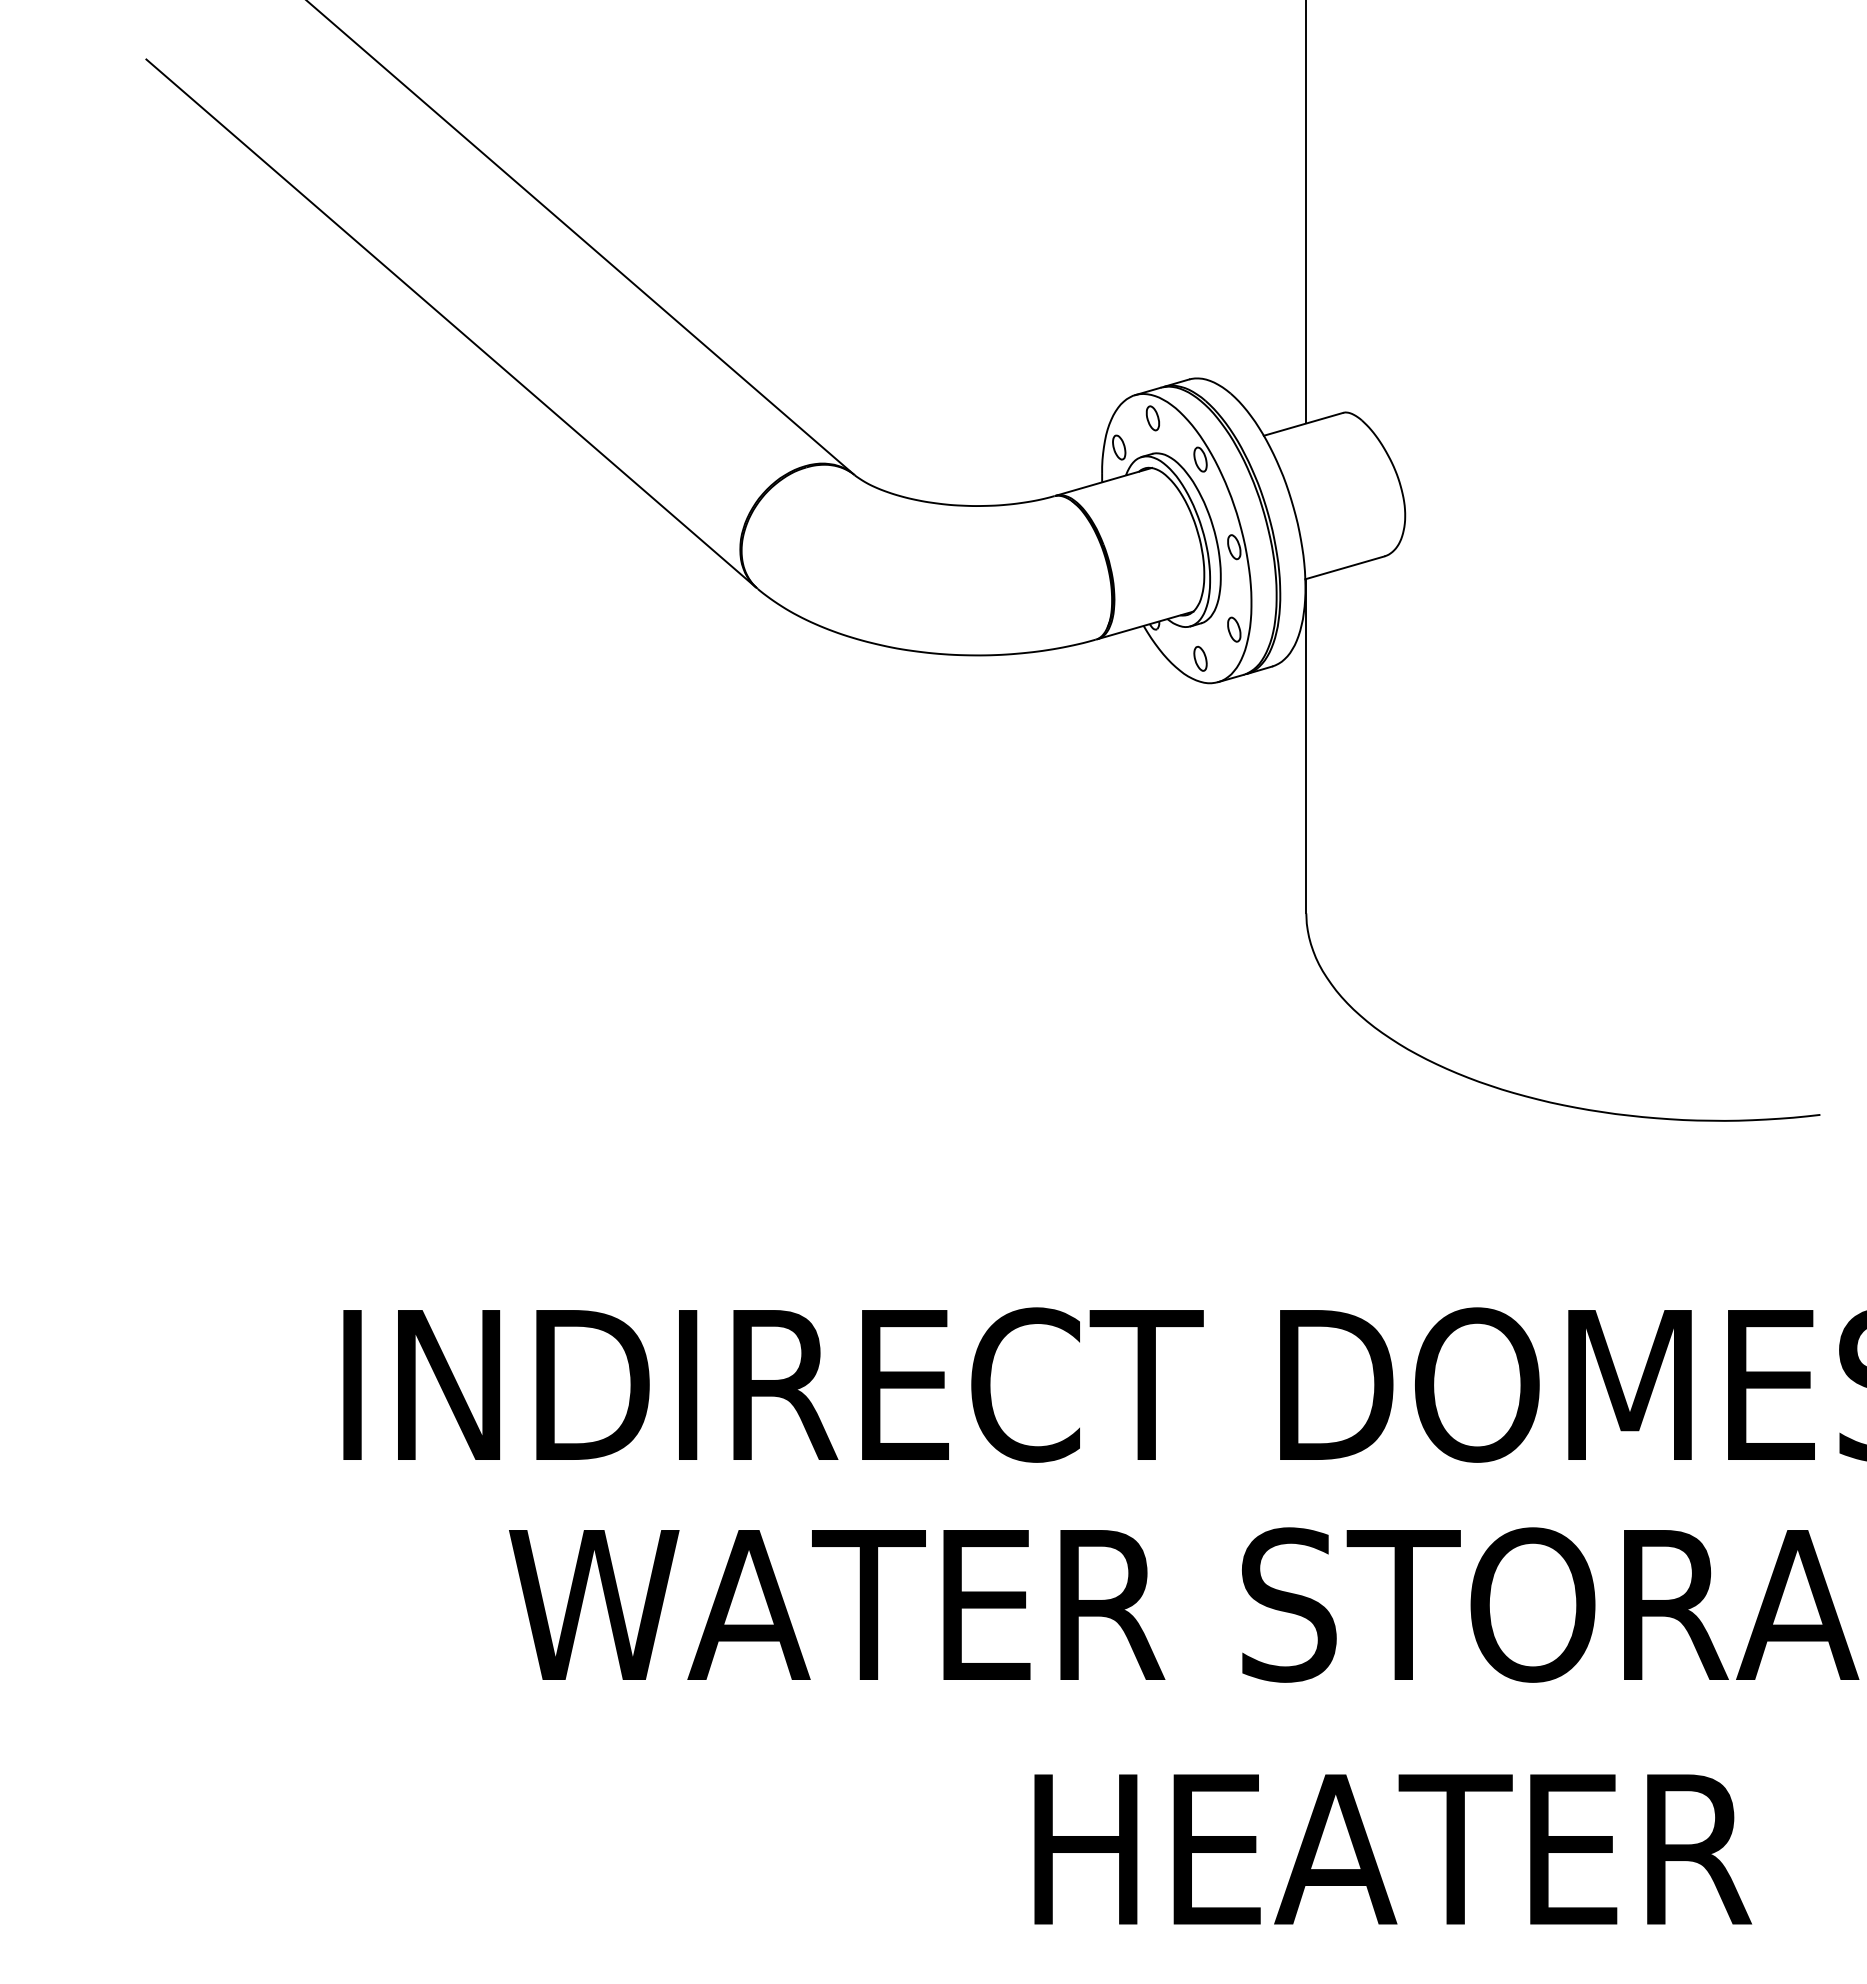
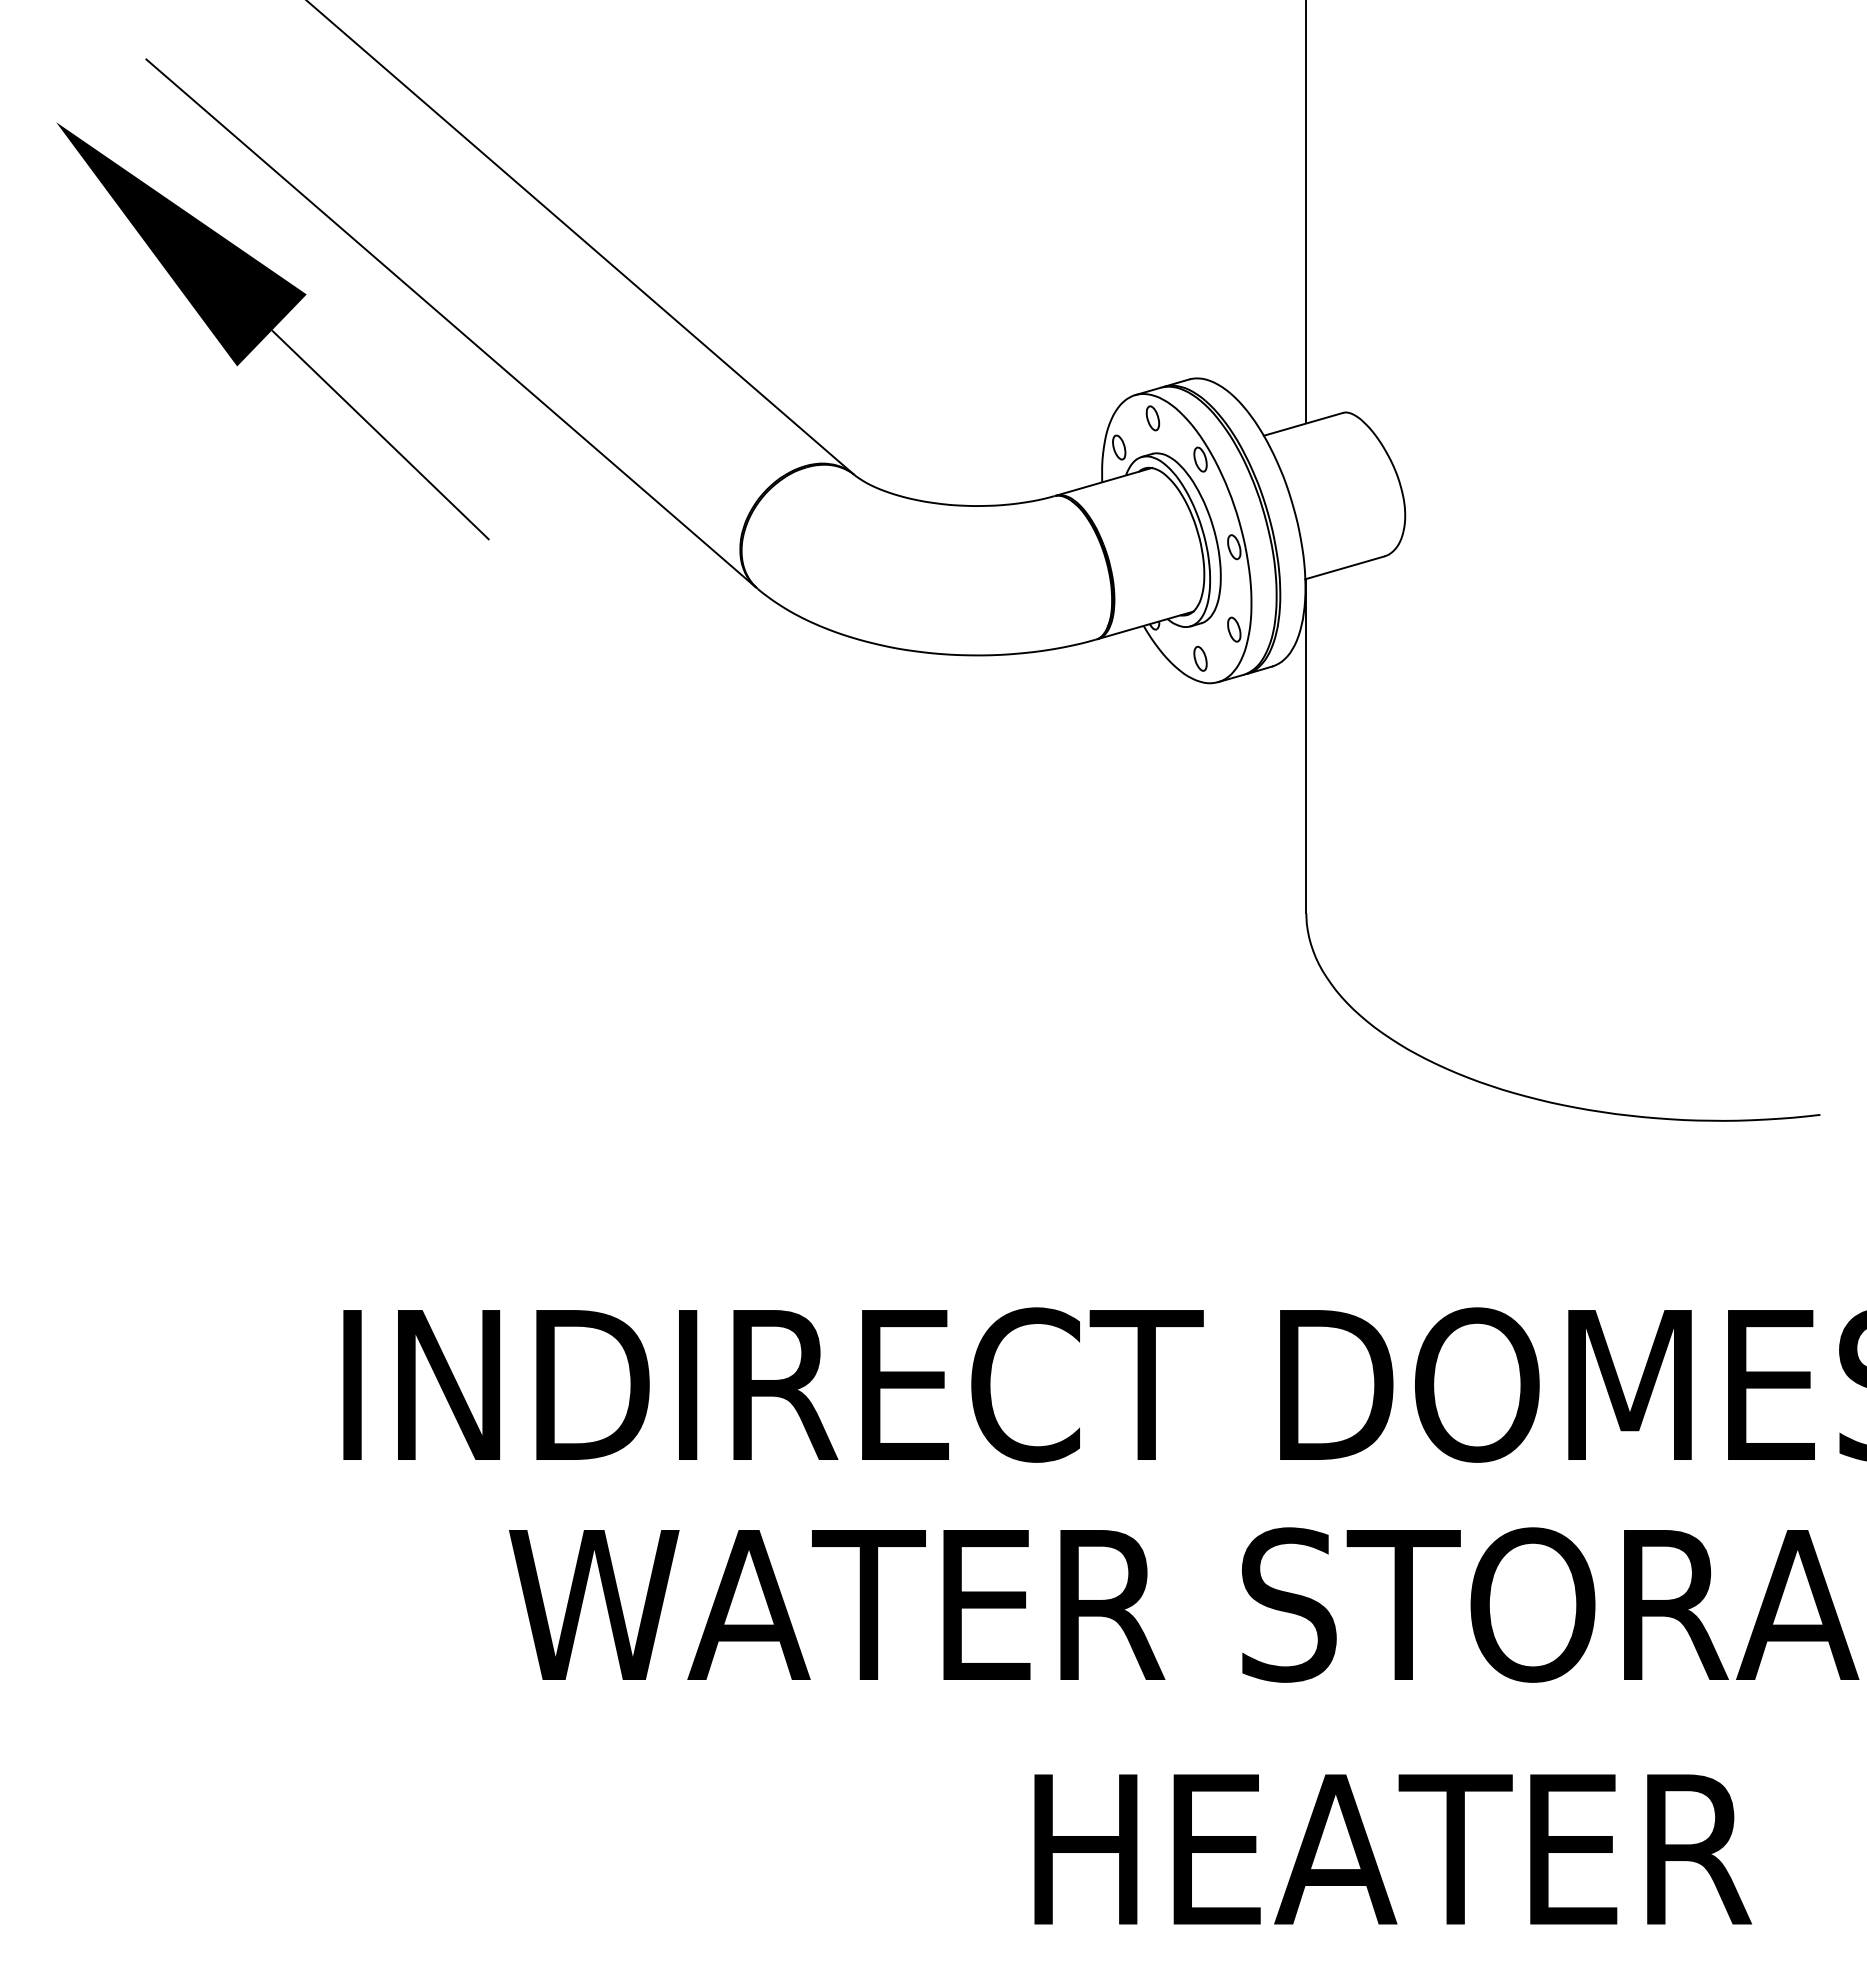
part at (272, 331): none -> present
